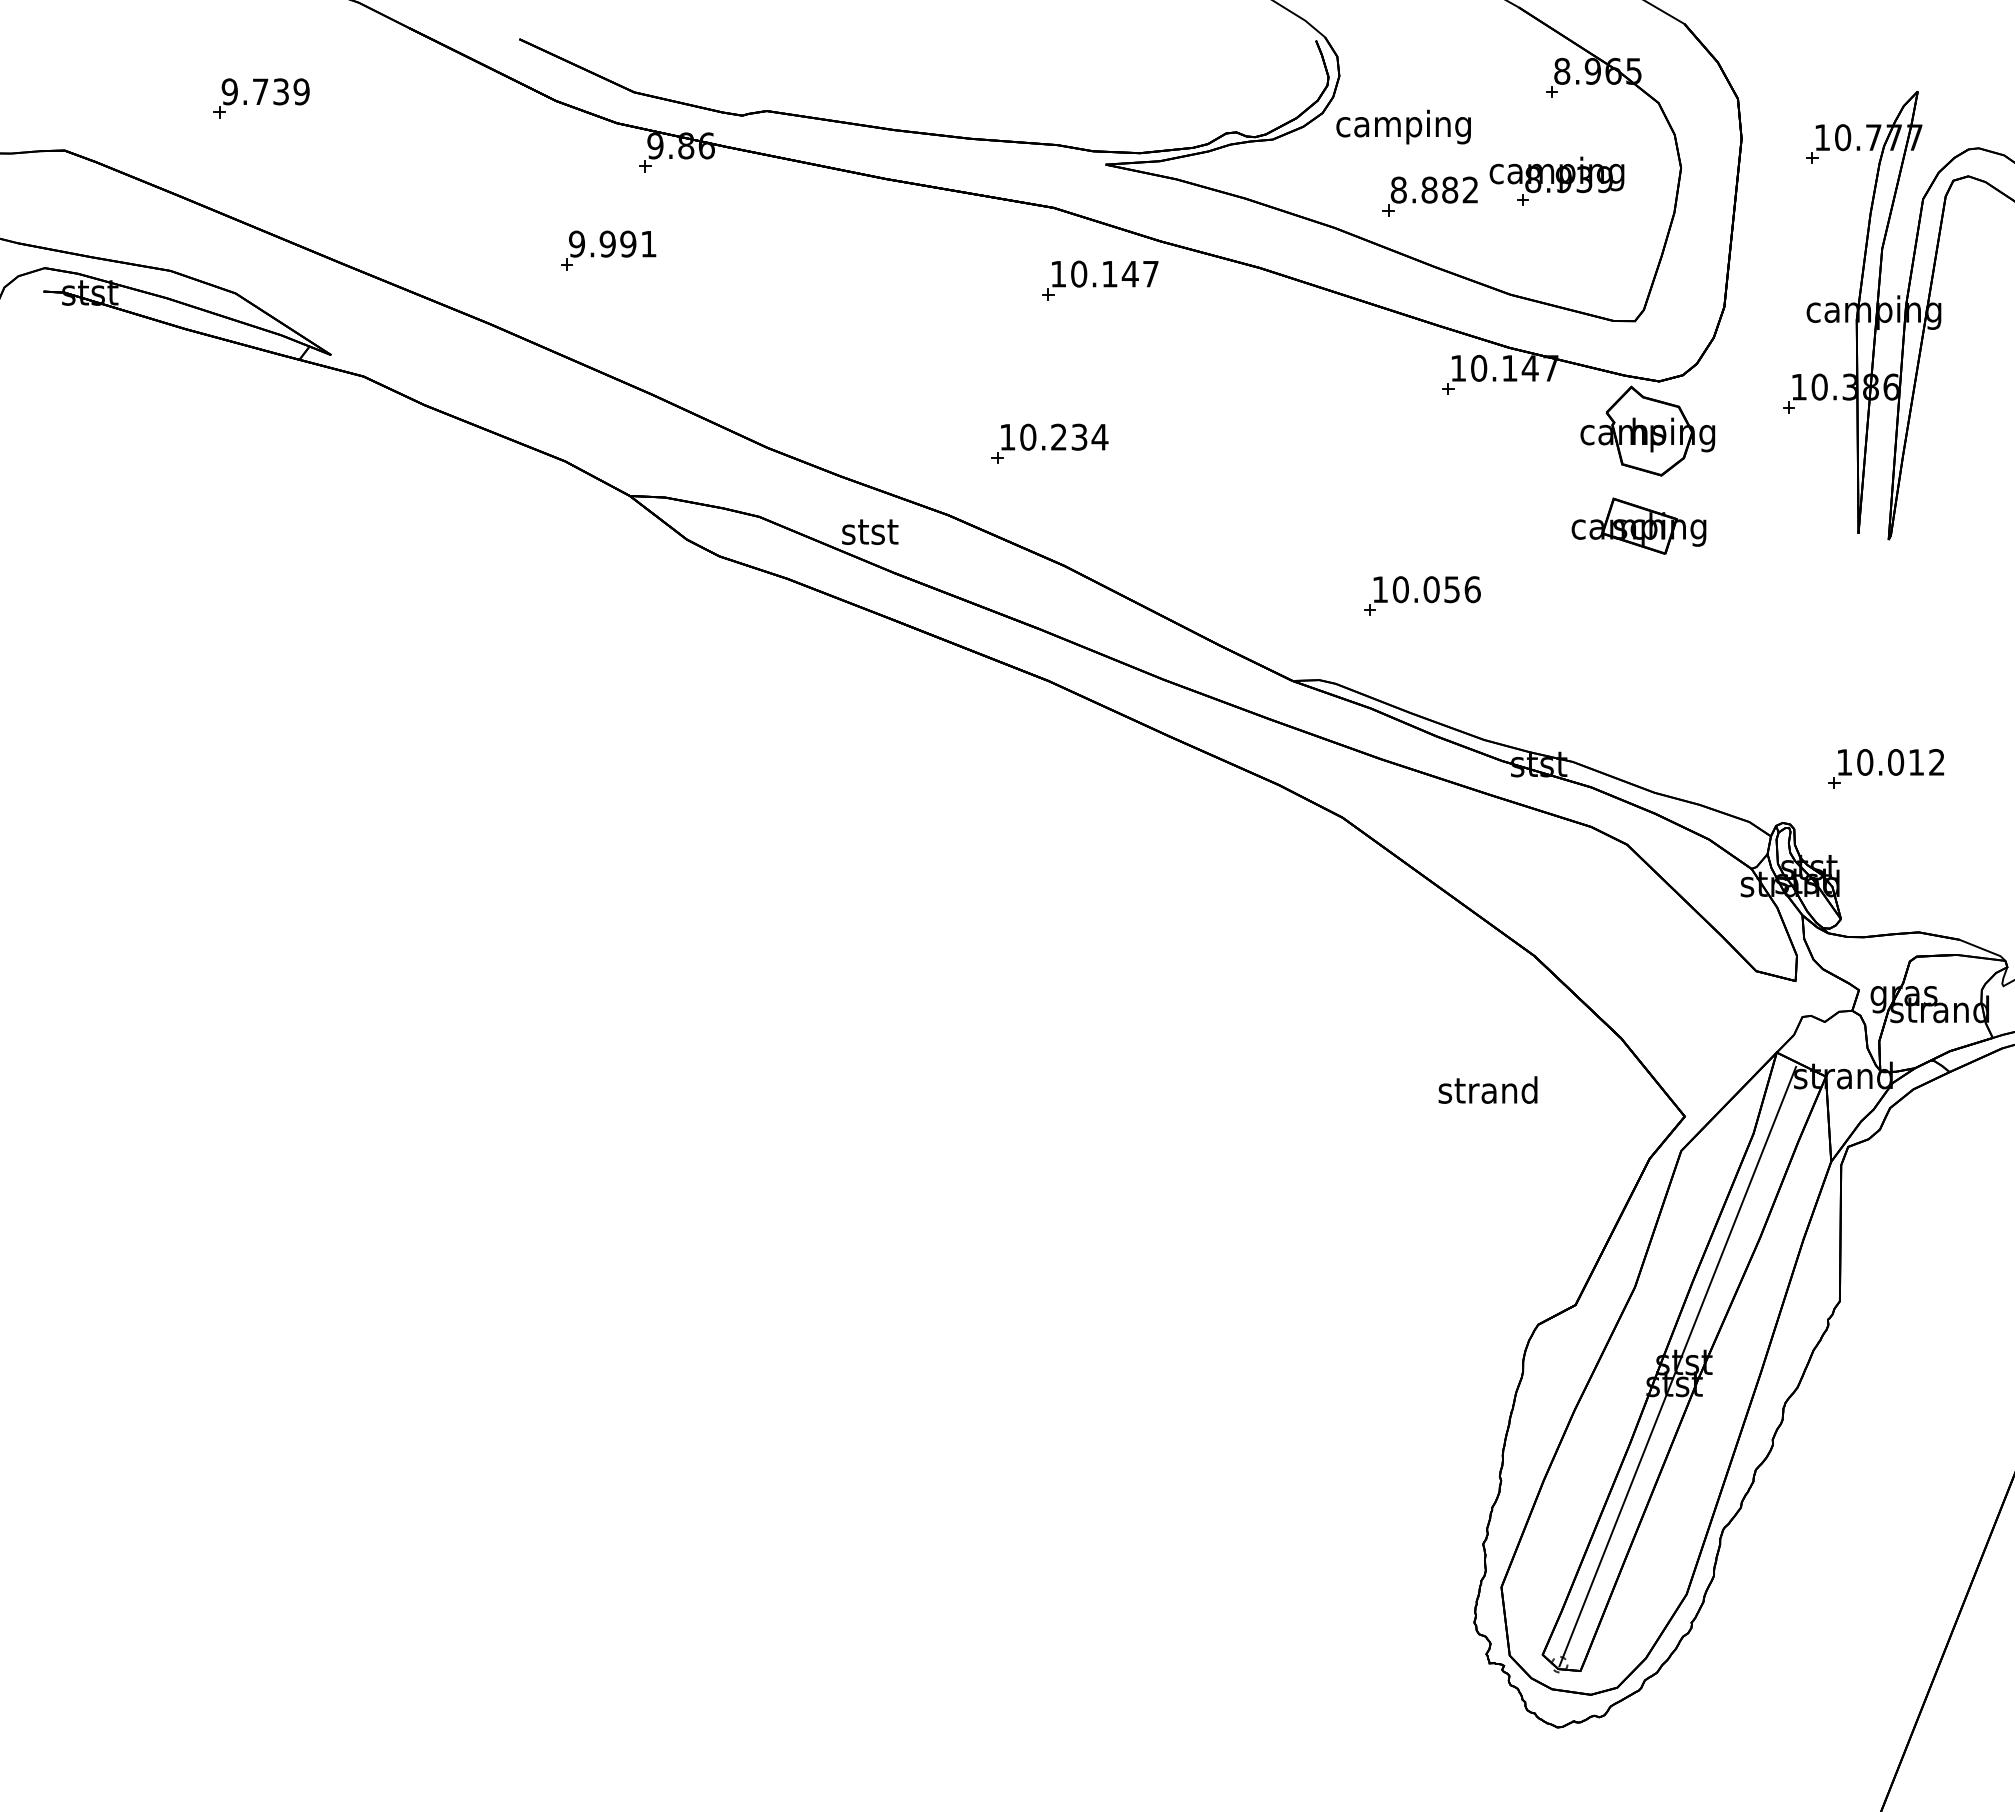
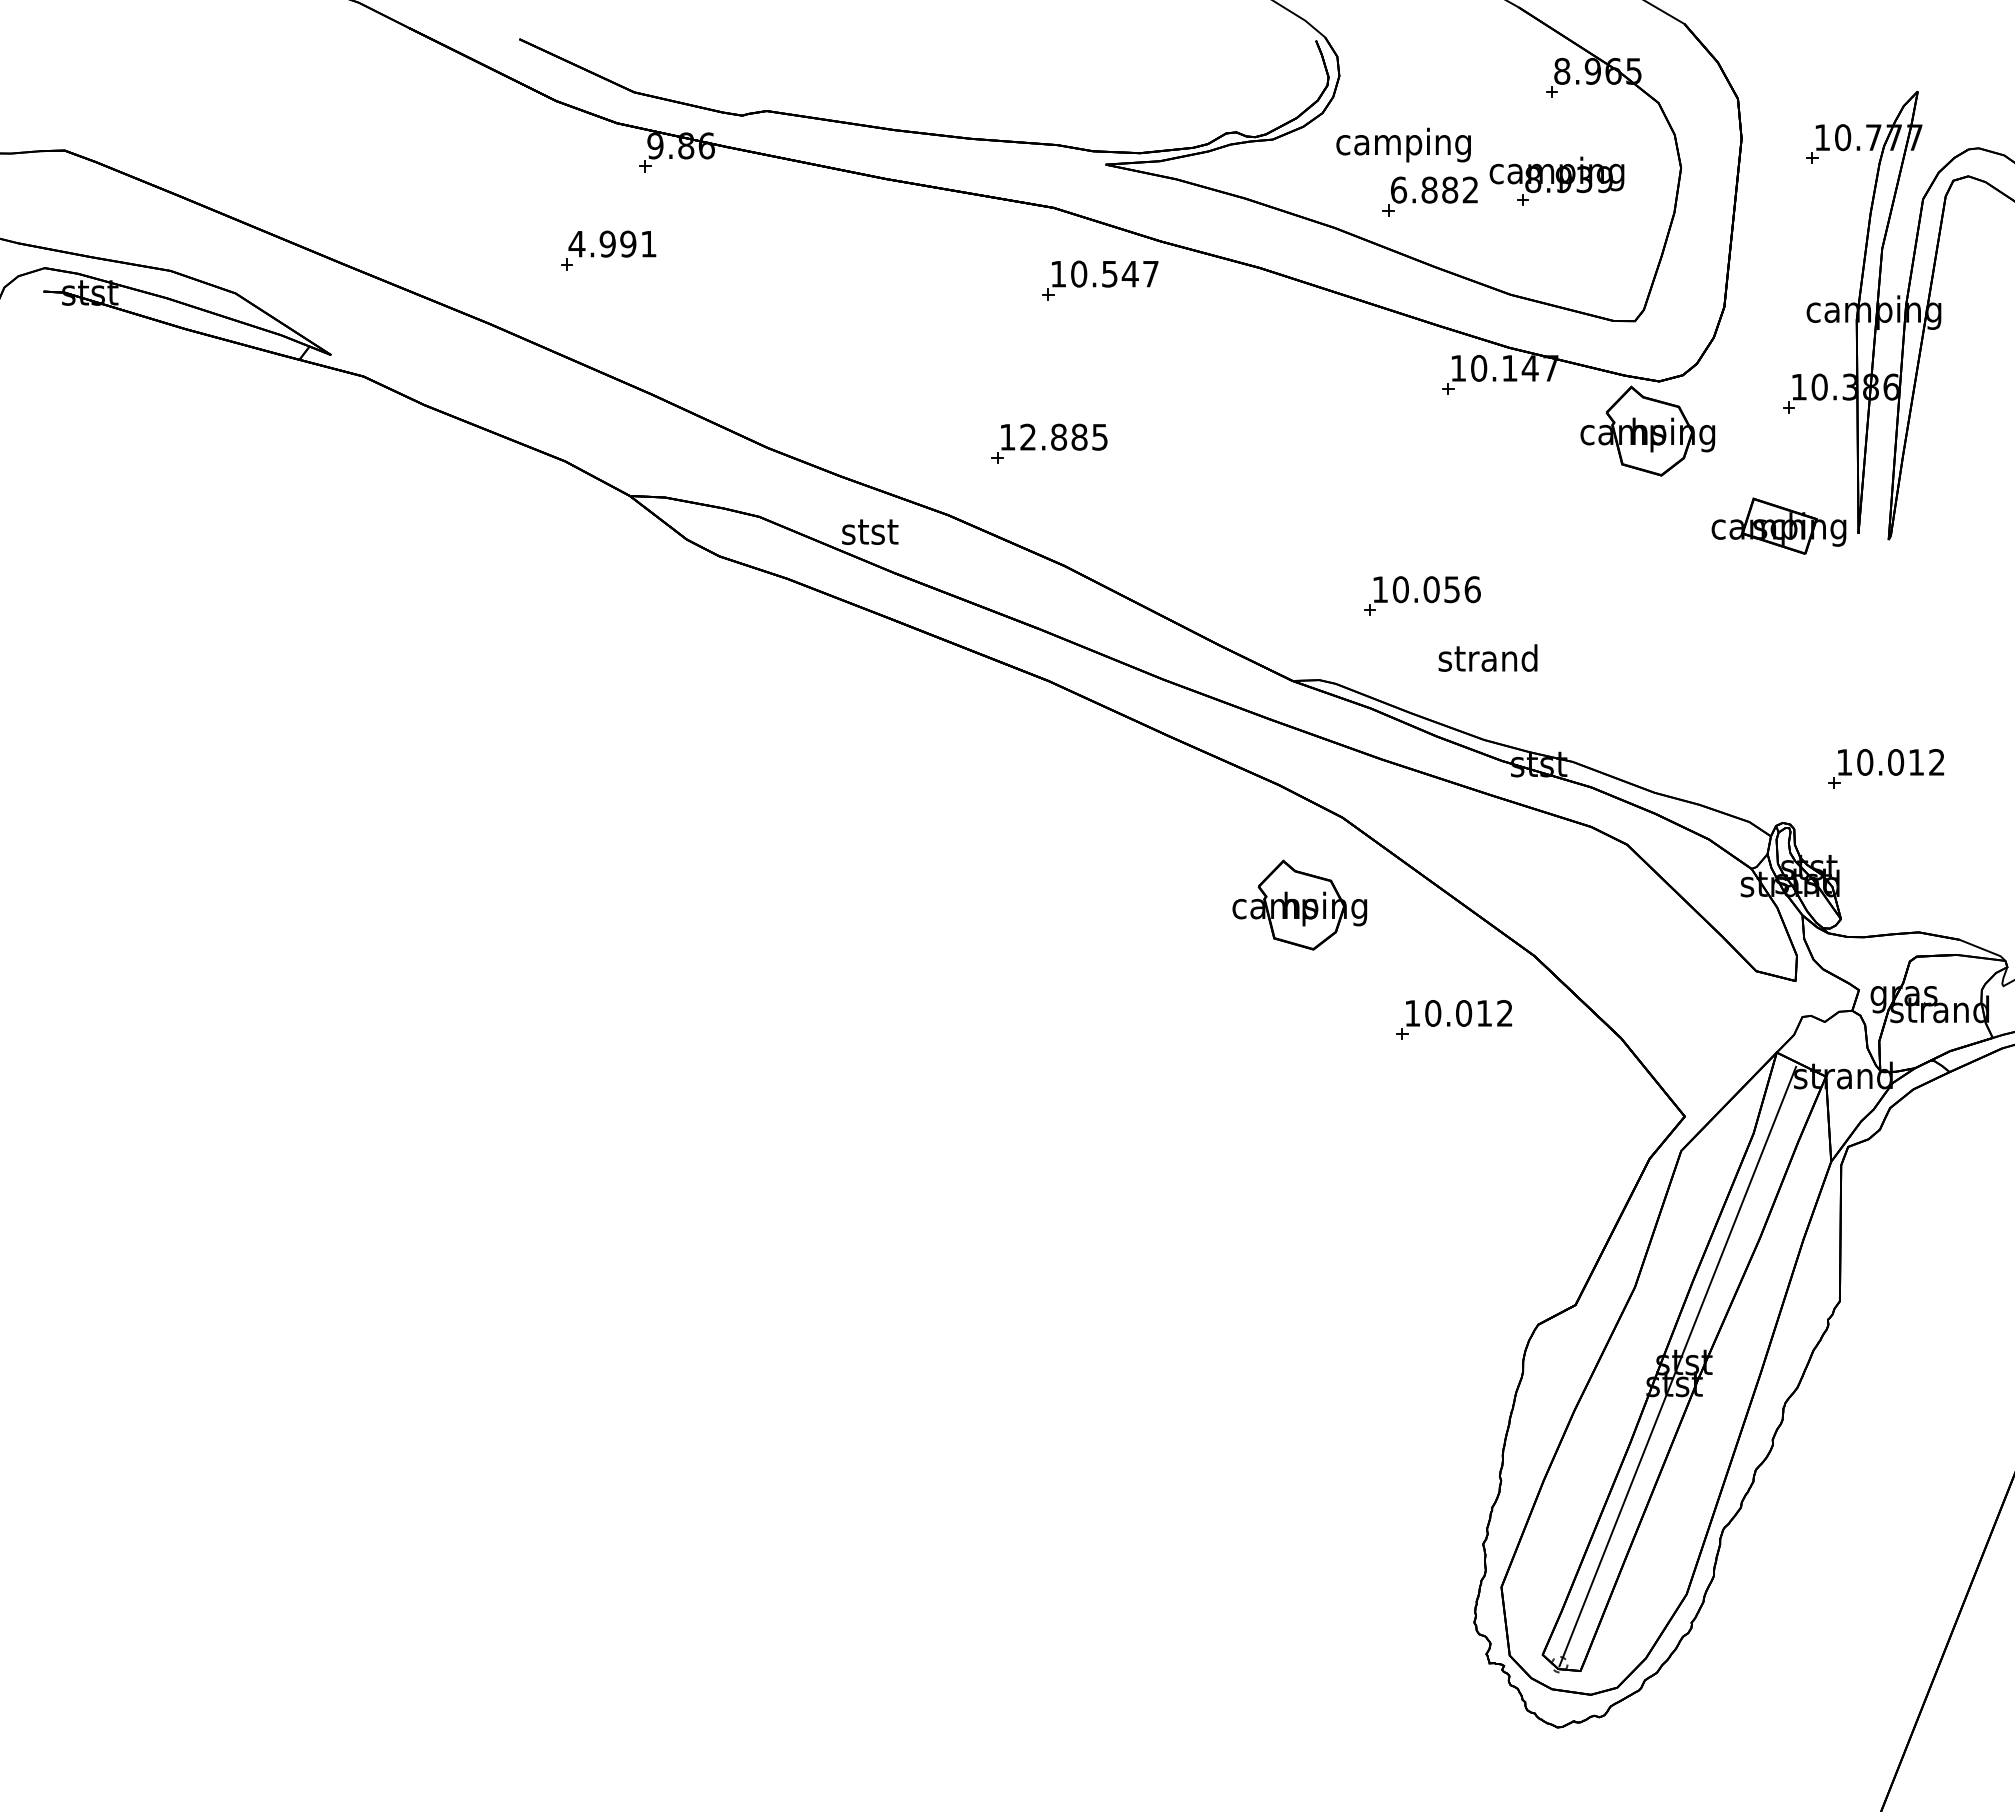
part at (261, 98): present -> none
text at (1403, 126) position: (1403, 126) -> (1403, 144)
text at (1398, 189): 8.882 -> 6.882
text at (576, 243): 9.991 -> 4.991
text at (1109, 274): 10.147 -> 10.547
text at (1064, 436): 10.234 -> 12.885
part at (1638, 525) position: (1638, 525) -> (1778, 525)
part at (1299, 904): none -> present
part at (1454, 1019): none -> present
text at (1487, 1089) position: (1487, 1089) -> (1487, 657)
